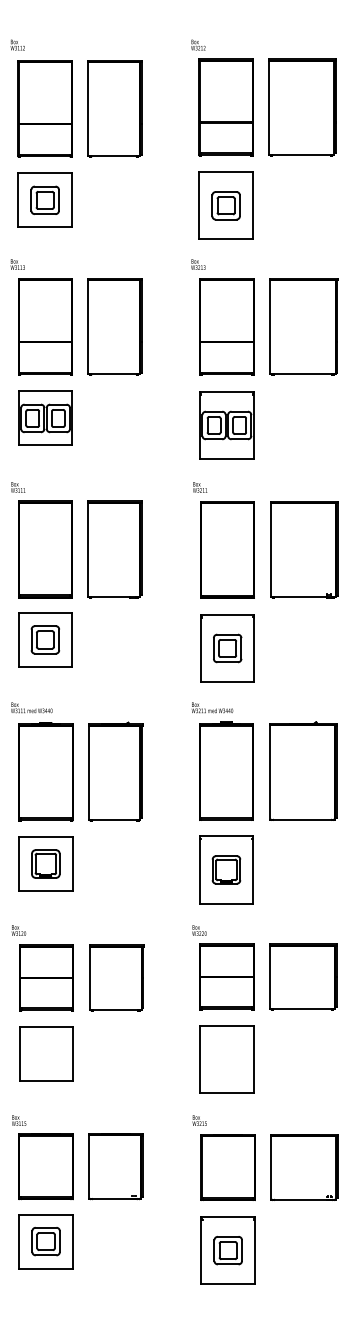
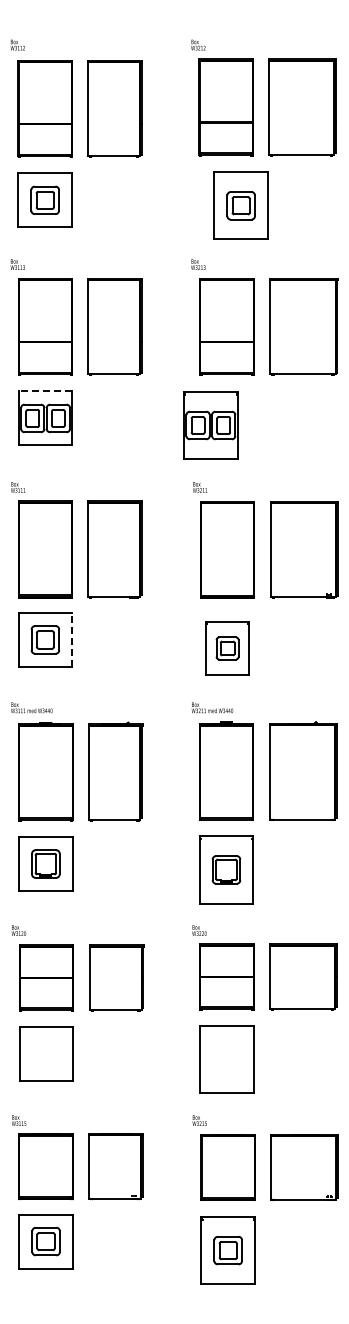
part at (225, 205) position: (225, 205) -> (240, 205)
line at (45, 391): solid -> dashed
part at (226, 425) position: (226, 425) -> (210, 425)
line at (72, 639): solid -> dashed
part at (227, 648) size: 55x69 px -> 45x55 px
